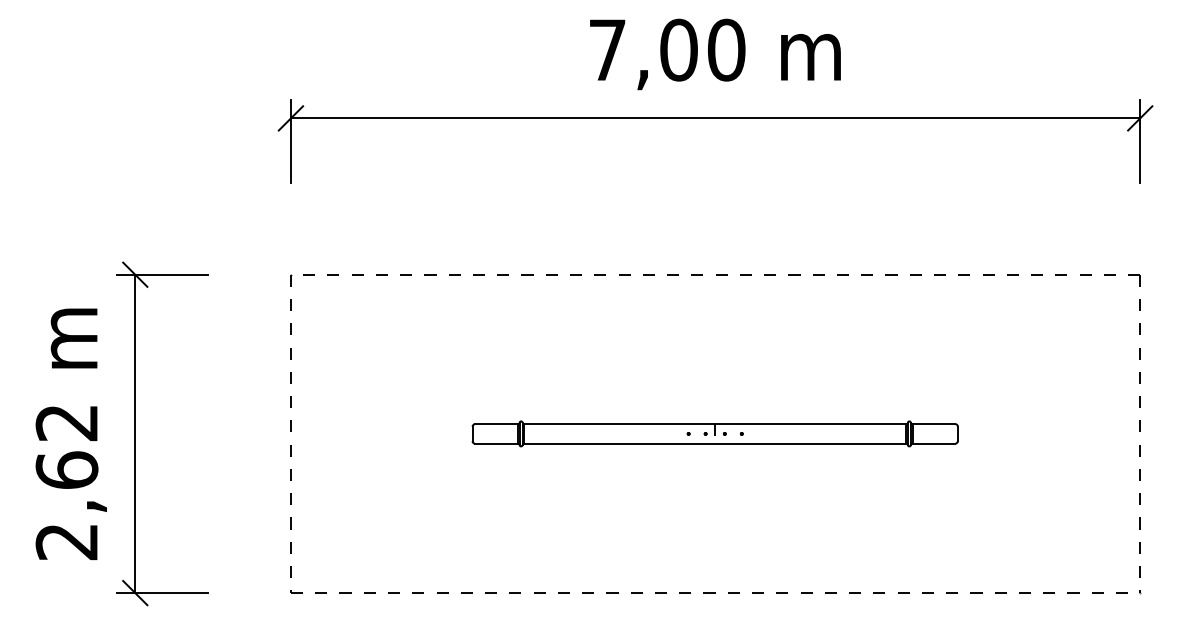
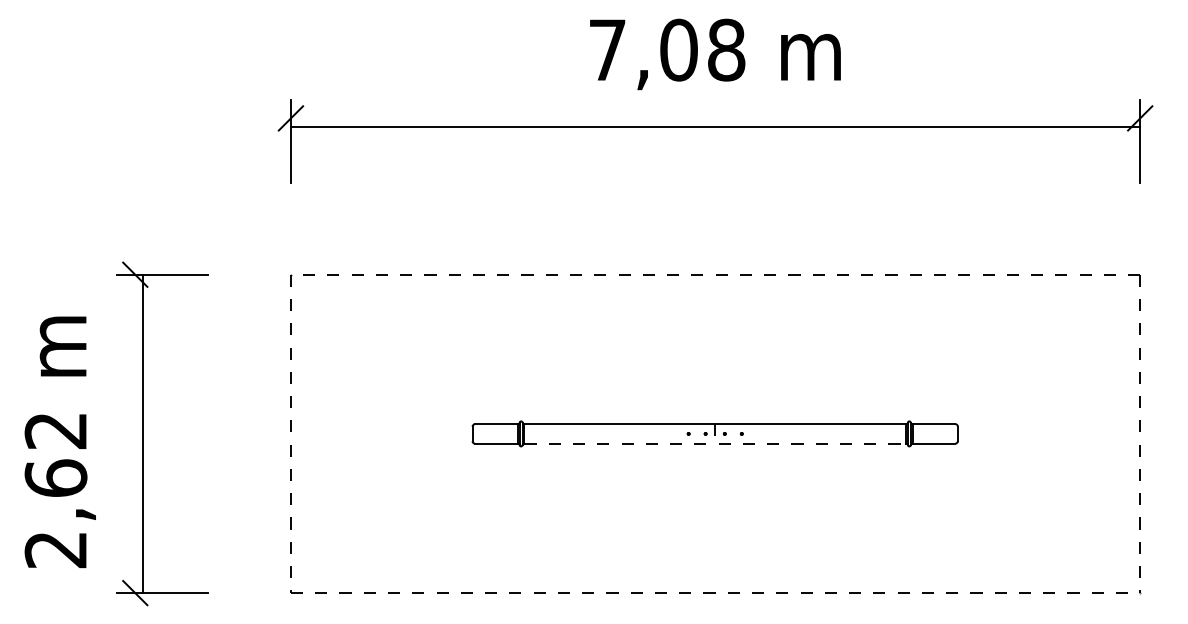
text at (726, 50): 7,00 -> 7,08
line at (715, 118) position: (715, 118) -> (715, 127)
text at (70, 433) position: (70, 433) -> (59, 441)
line at (135, 433) position: (135, 433) -> (143, 433)
line at (715, 443): solid -> dashed
